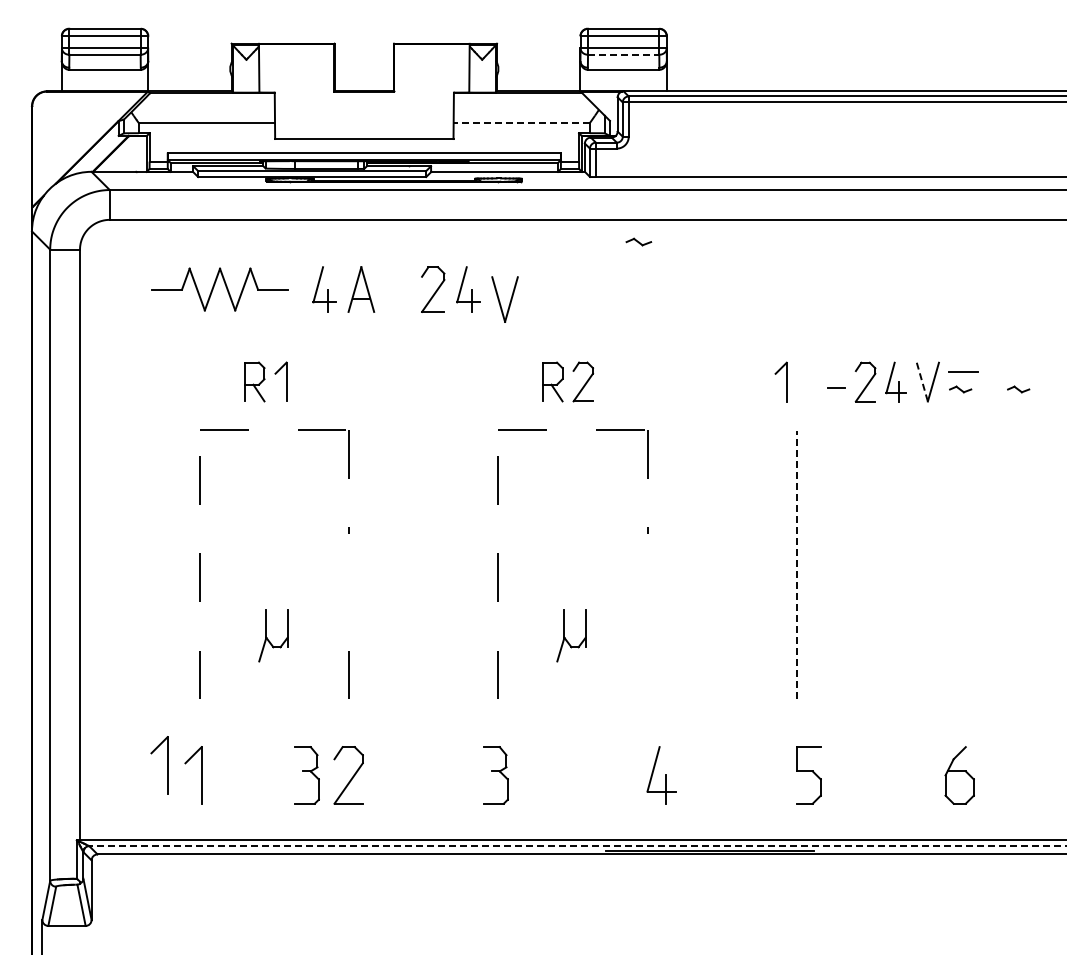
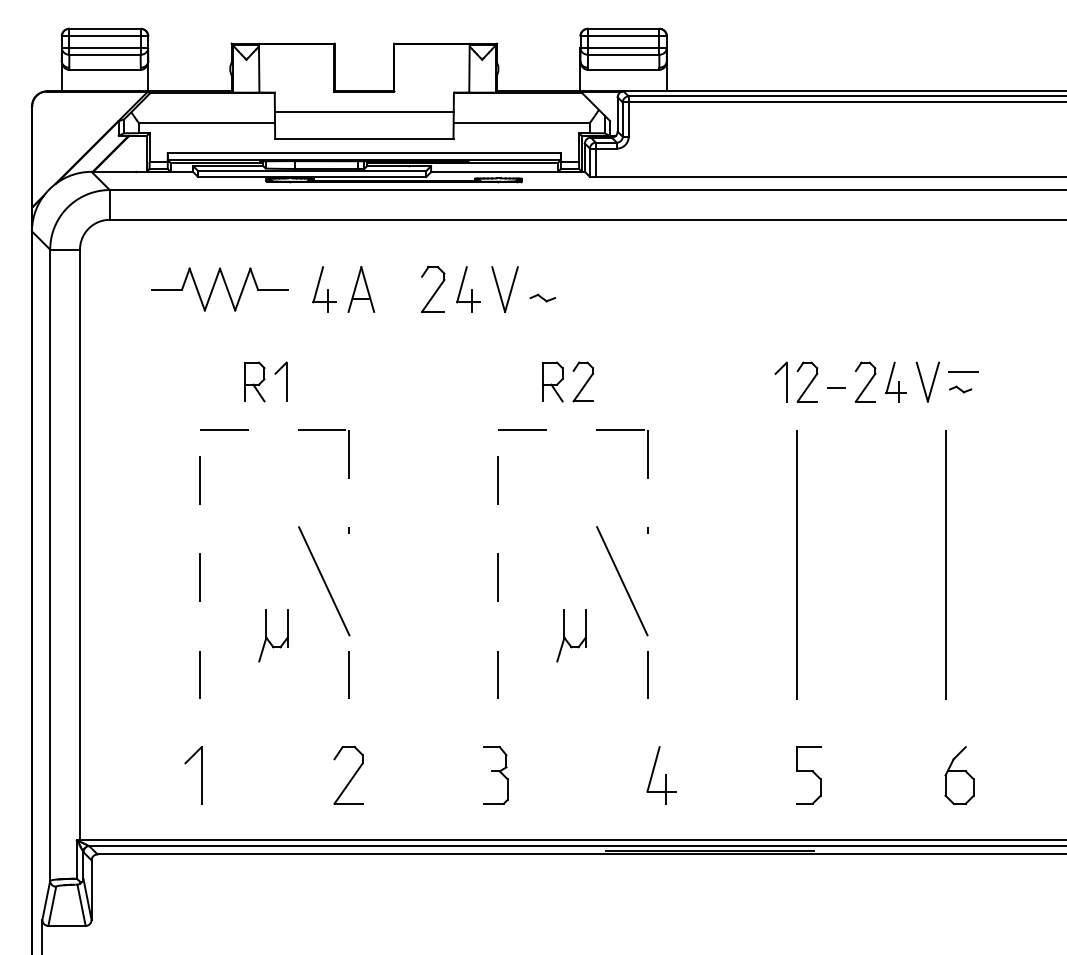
line at (623, 54): dashed -> solid
line at (363, 112): none -> present
line at (521, 123): dashed -> solid
part at (638, 241) position: (638, 241) -> (542, 297)
part at (504, 299) position: (504, 299) -> (504, 289)
part at (807, 381): none -> present
line at (922, 382): dashed -> solid
part at (1018, 389): present -> none
line at (796, 564): dashed -> solid
line at (945, 565): none -> present
line at (324, 581): none -> present
line at (622, 581): none -> present
line at (647, 674): none -> present
part at (167, 765): present -> none
part at (306, 775): present -> none
line at (577, 846): dashed -> solid
